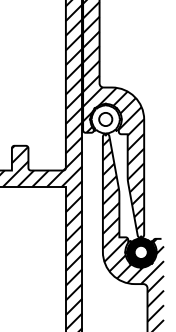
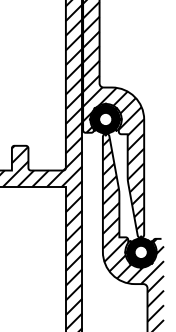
hatch at (105, 119): none -> present
